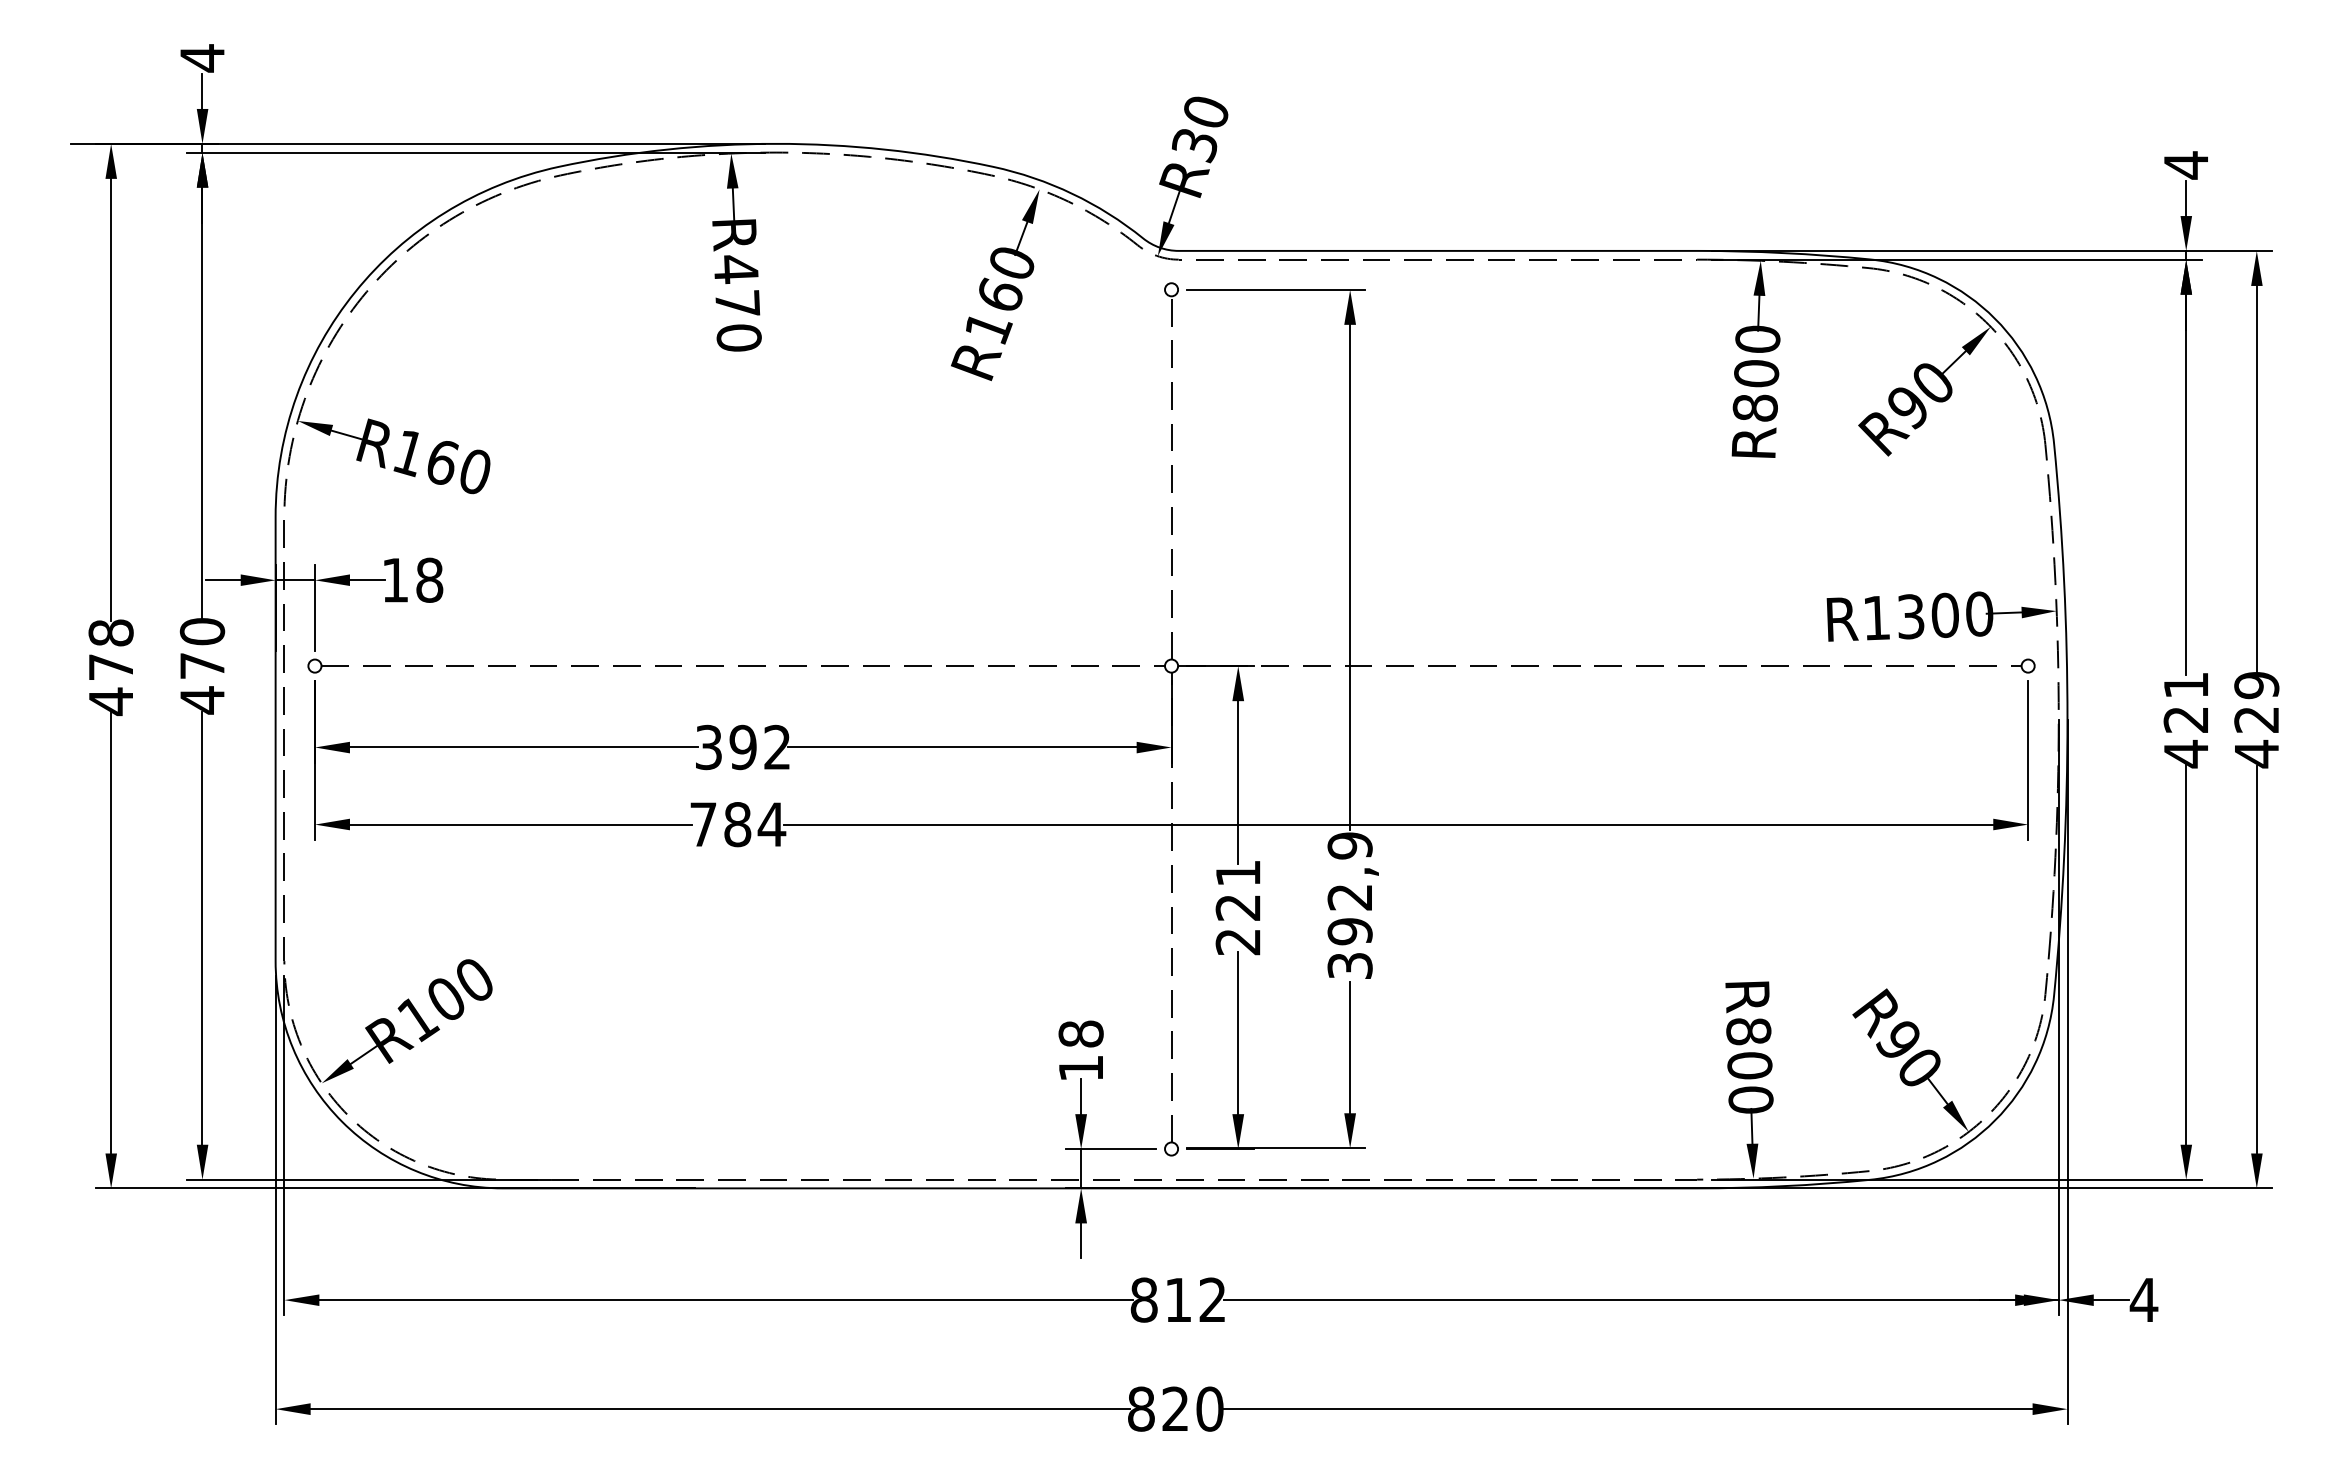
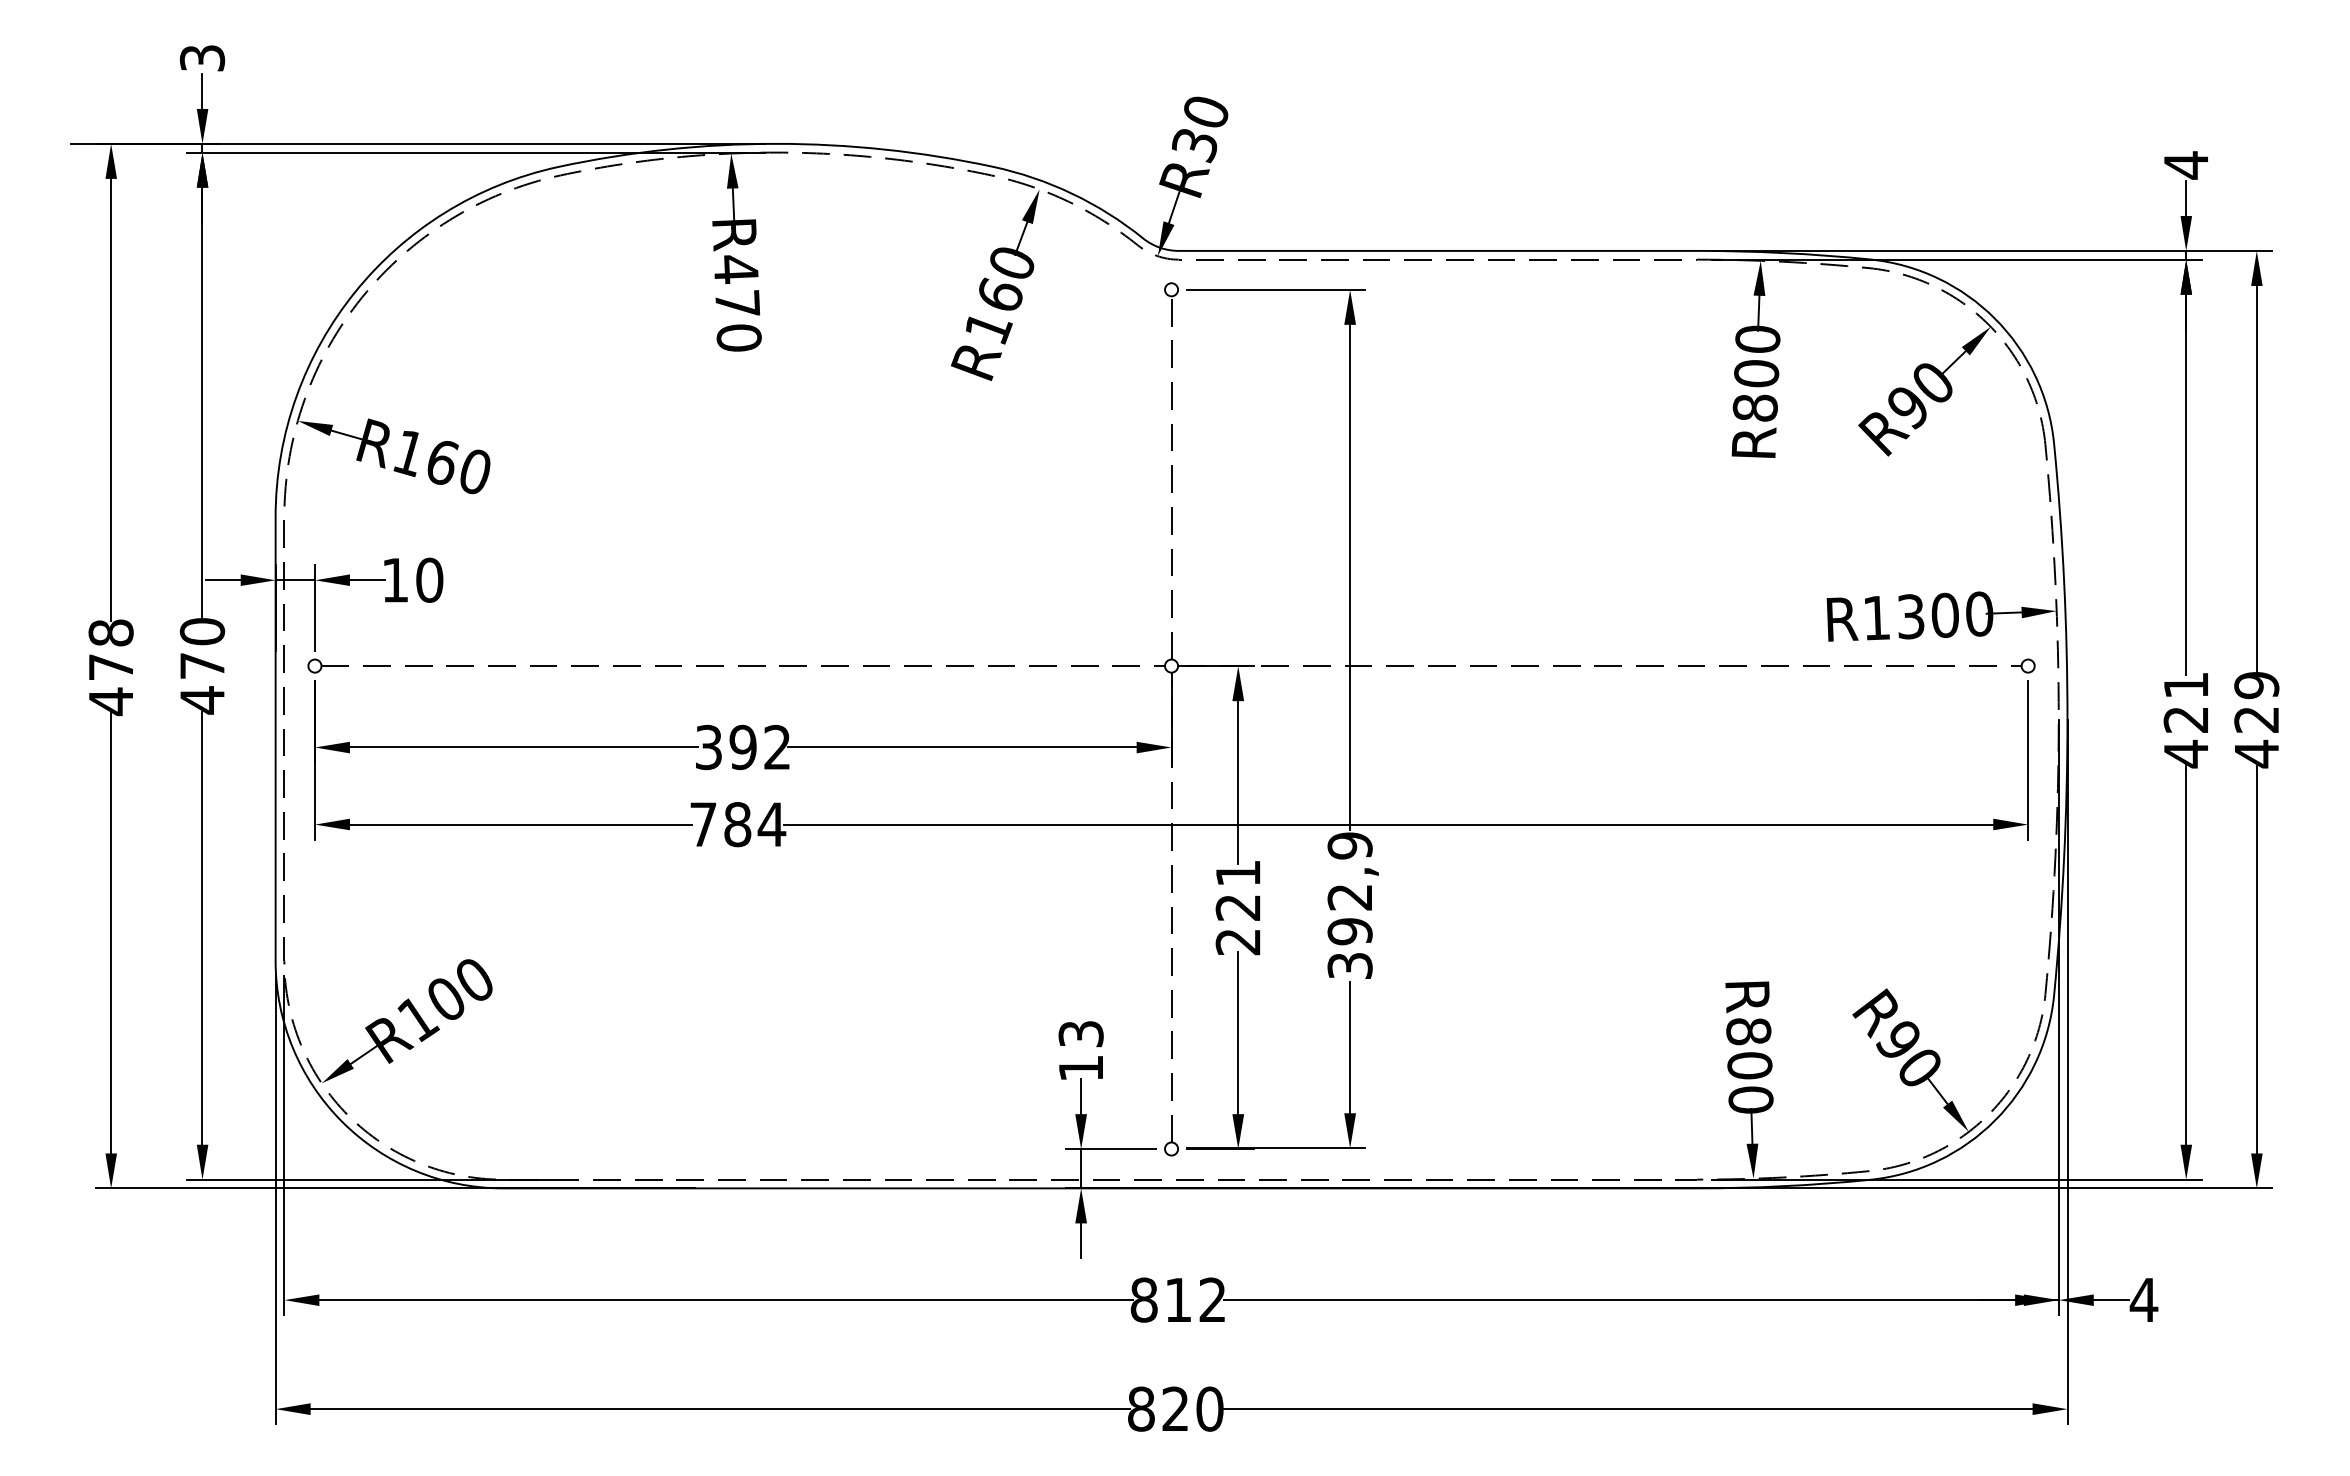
text at (202, 58): 4 -> 3
text at (429, 579): 18 -> 10
text at (1080, 1033): 18 -> 13
